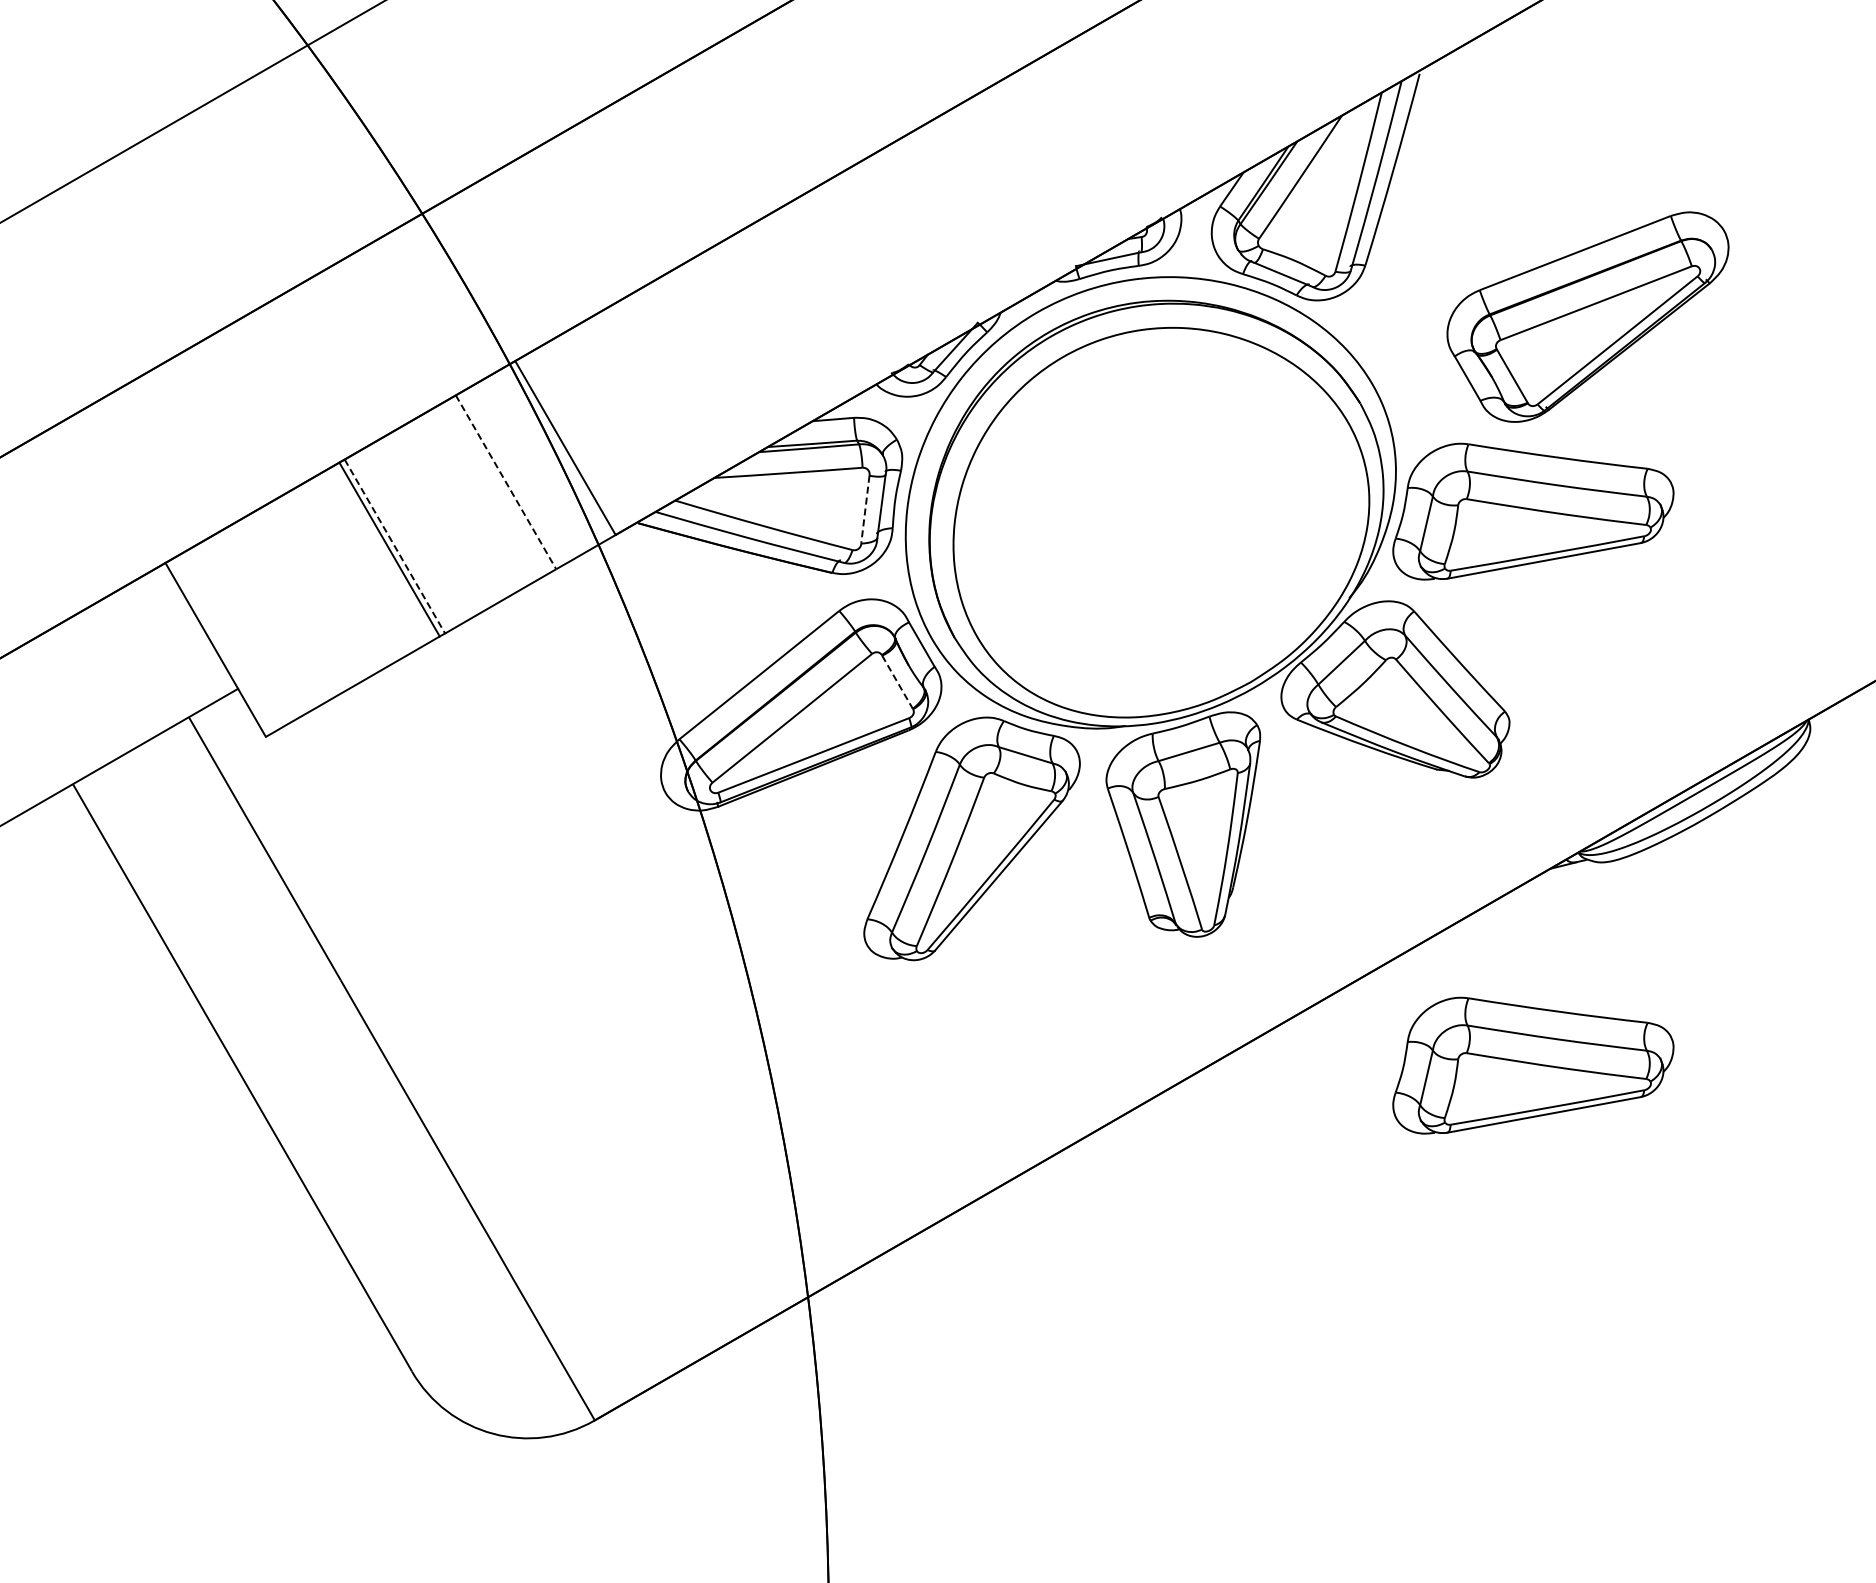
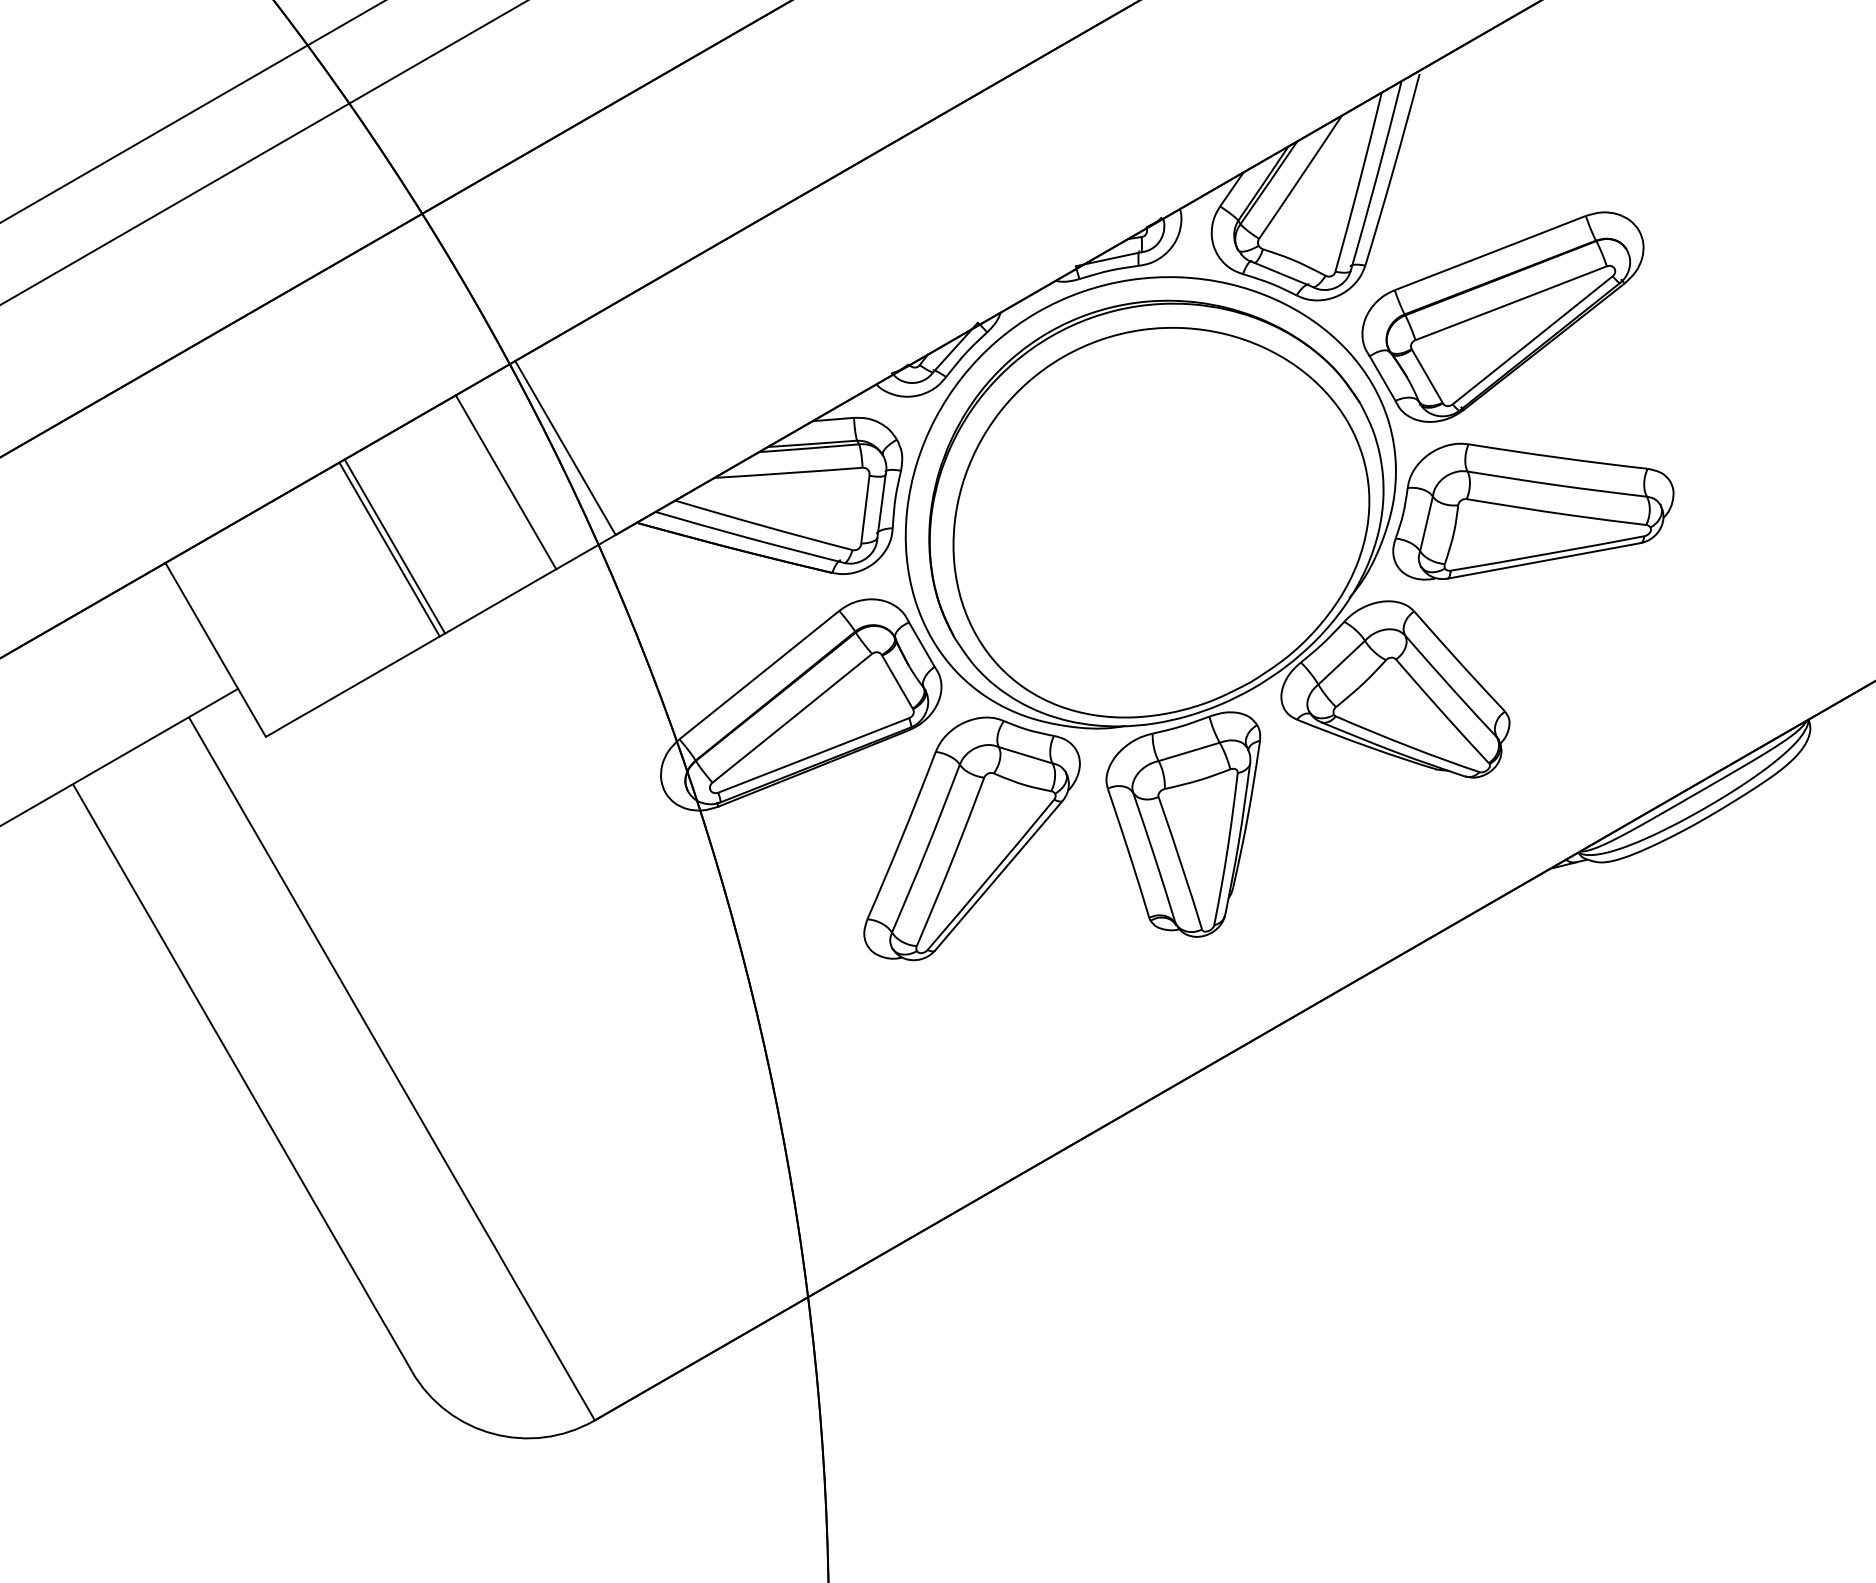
line at (263, 152): none -> present
part at (1587, 316) position: (1587, 316) -> (1502, 316)
line at (506, 482): dashed -> solid
line at (865, 510): dashed -> solid
line at (395, 547): dashed -> solid
line at (897, 682): dashed -> solid
part at (1533, 1065): present -> none
